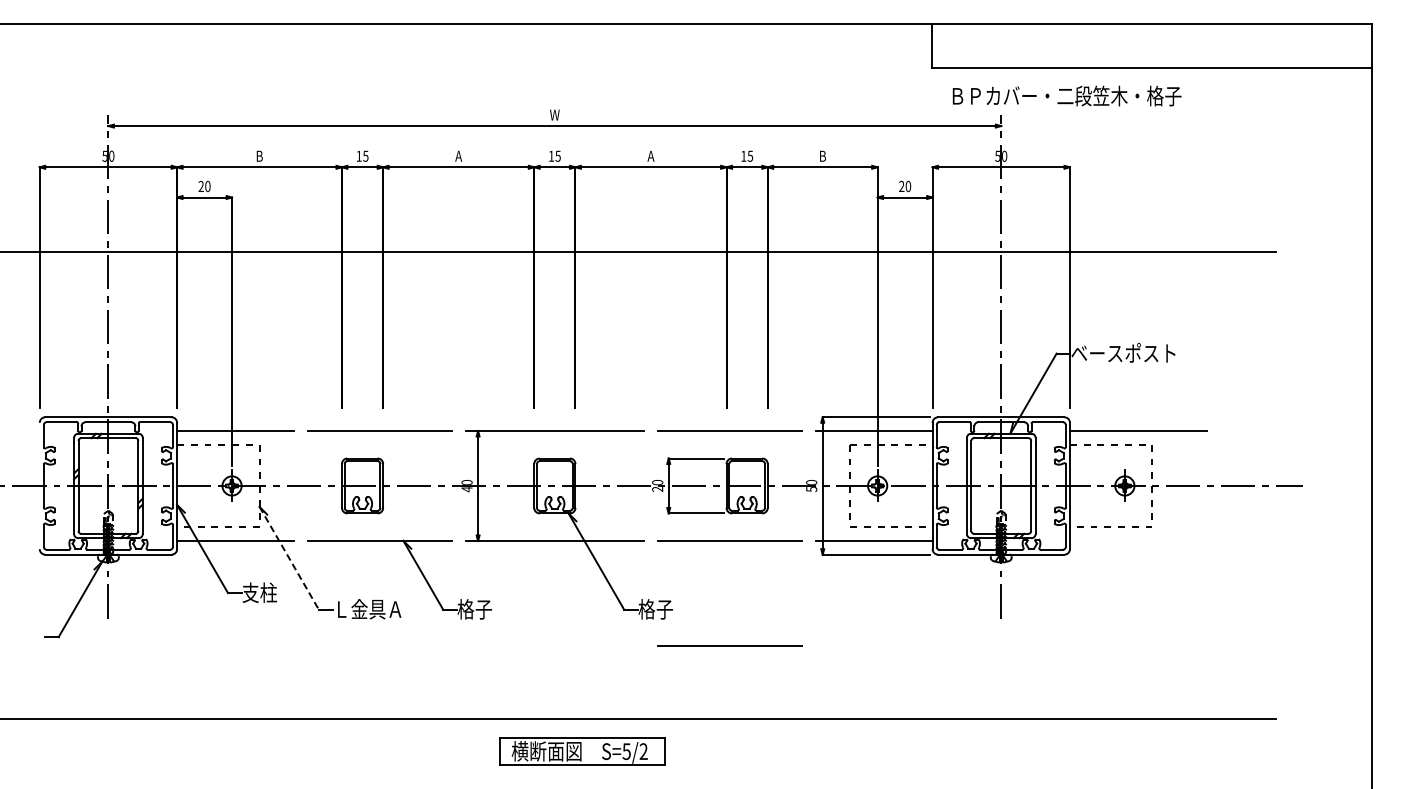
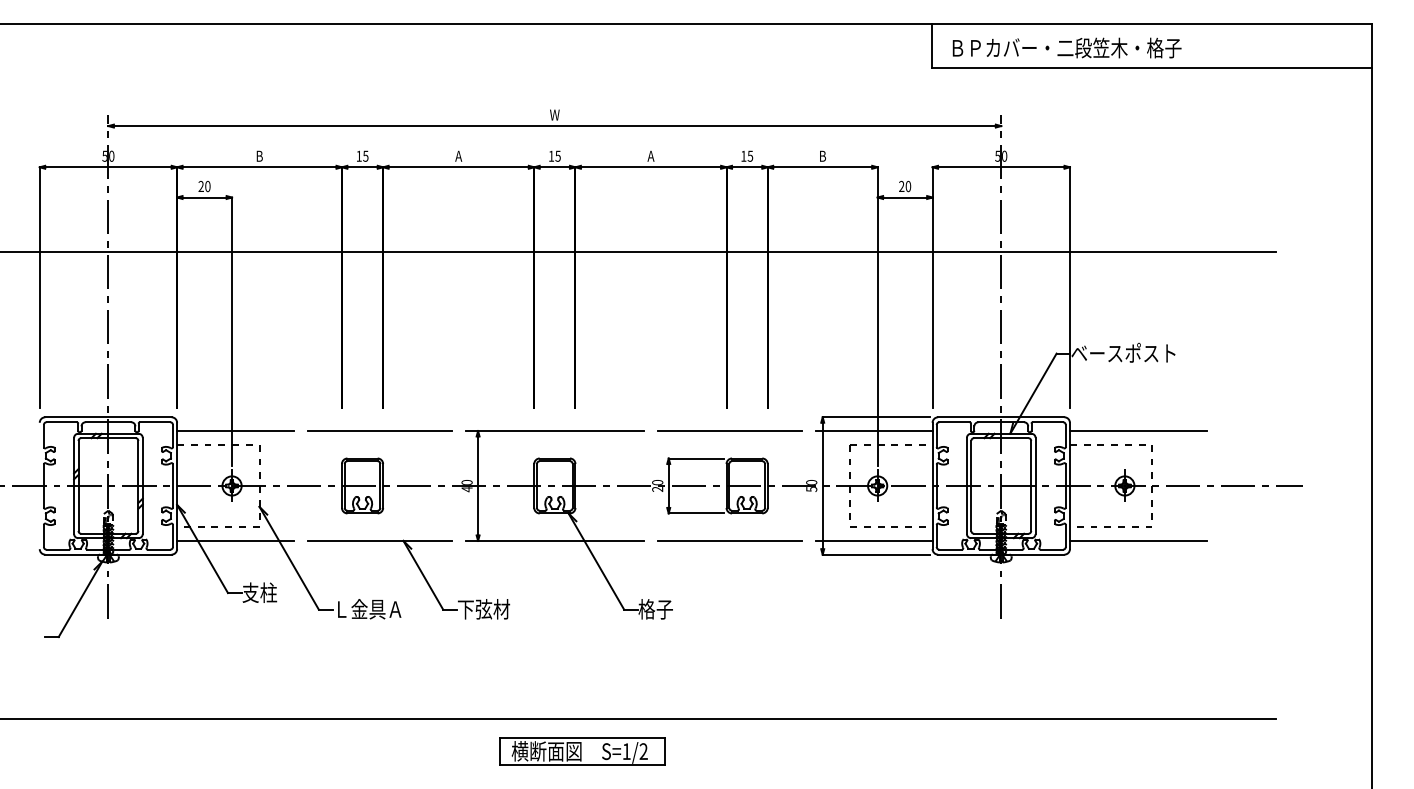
text at (1066, 95) position: (1066, 95) -> (1066, 47)
line at (1138, 540): none -> present
line at (289, 558): dashed -> solid
text at (483, 609): 格子 -> 下弦材
line at (729, 645): present -> none
text at (626, 751): S=5/2 -> S=1/2
